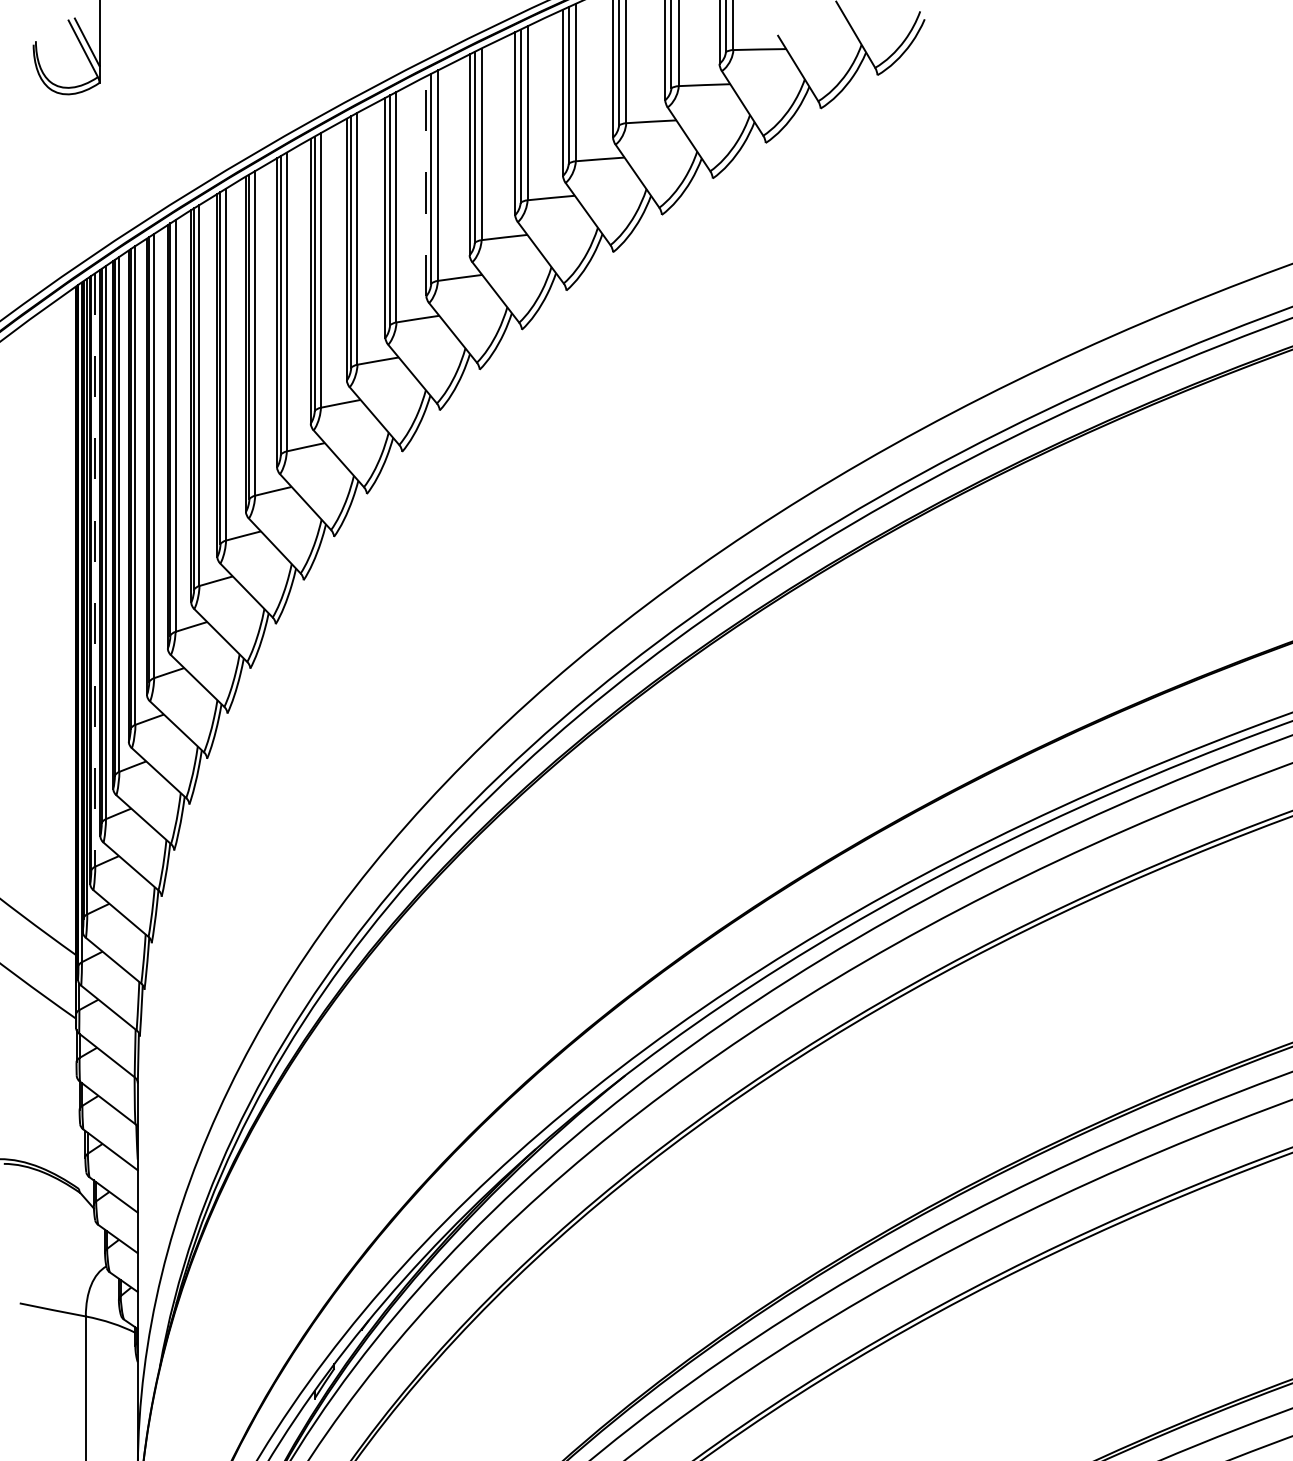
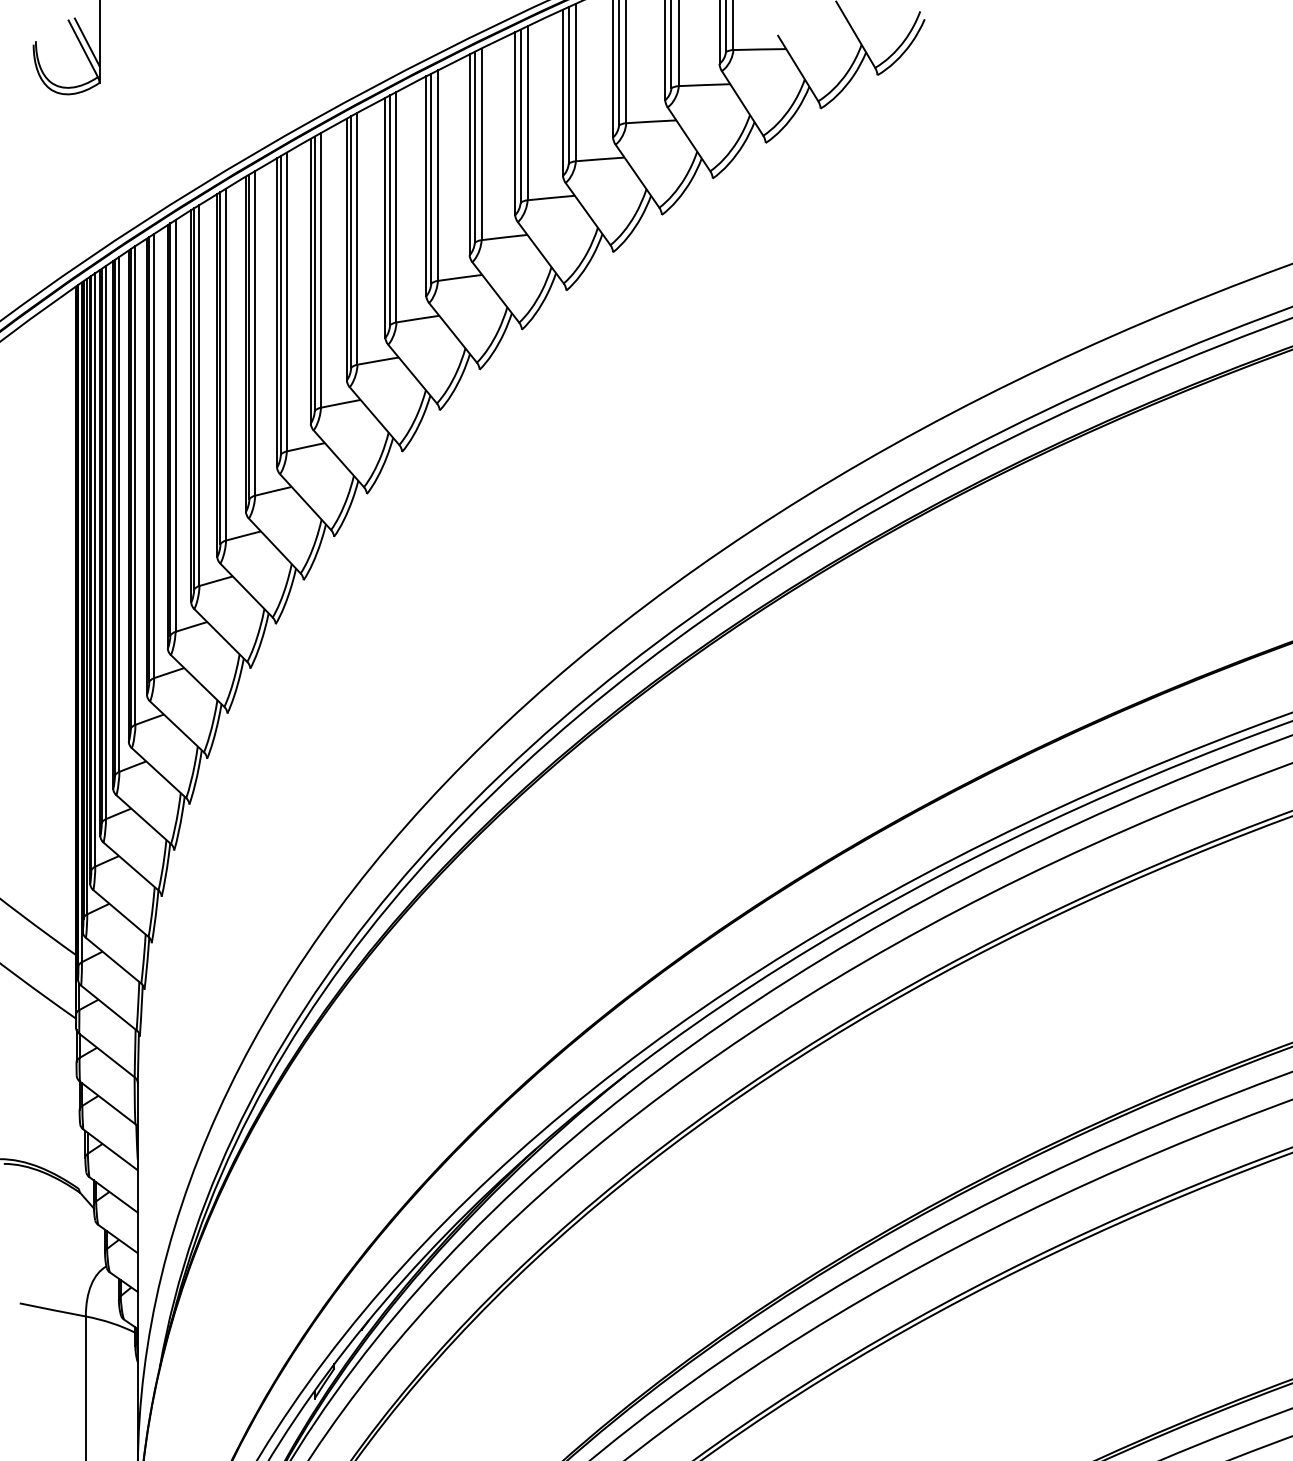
line at (426, 186): dashed -> solid
line at (95, 570): dashed -> solid
